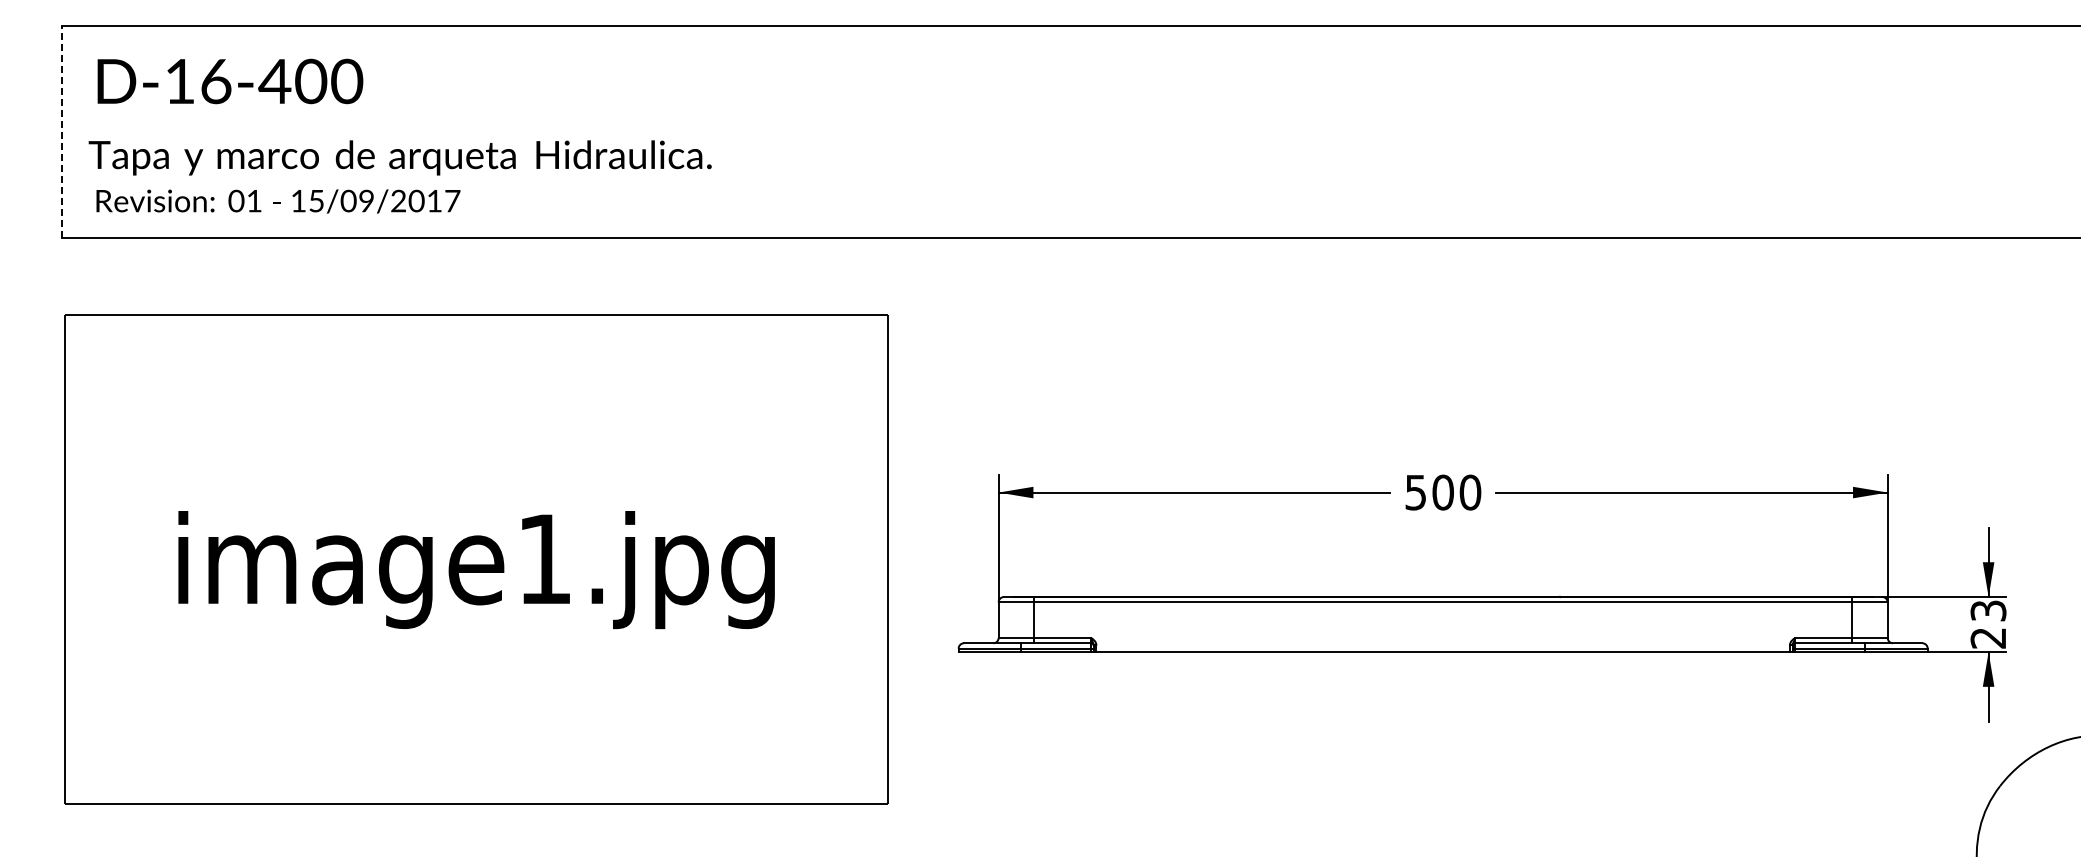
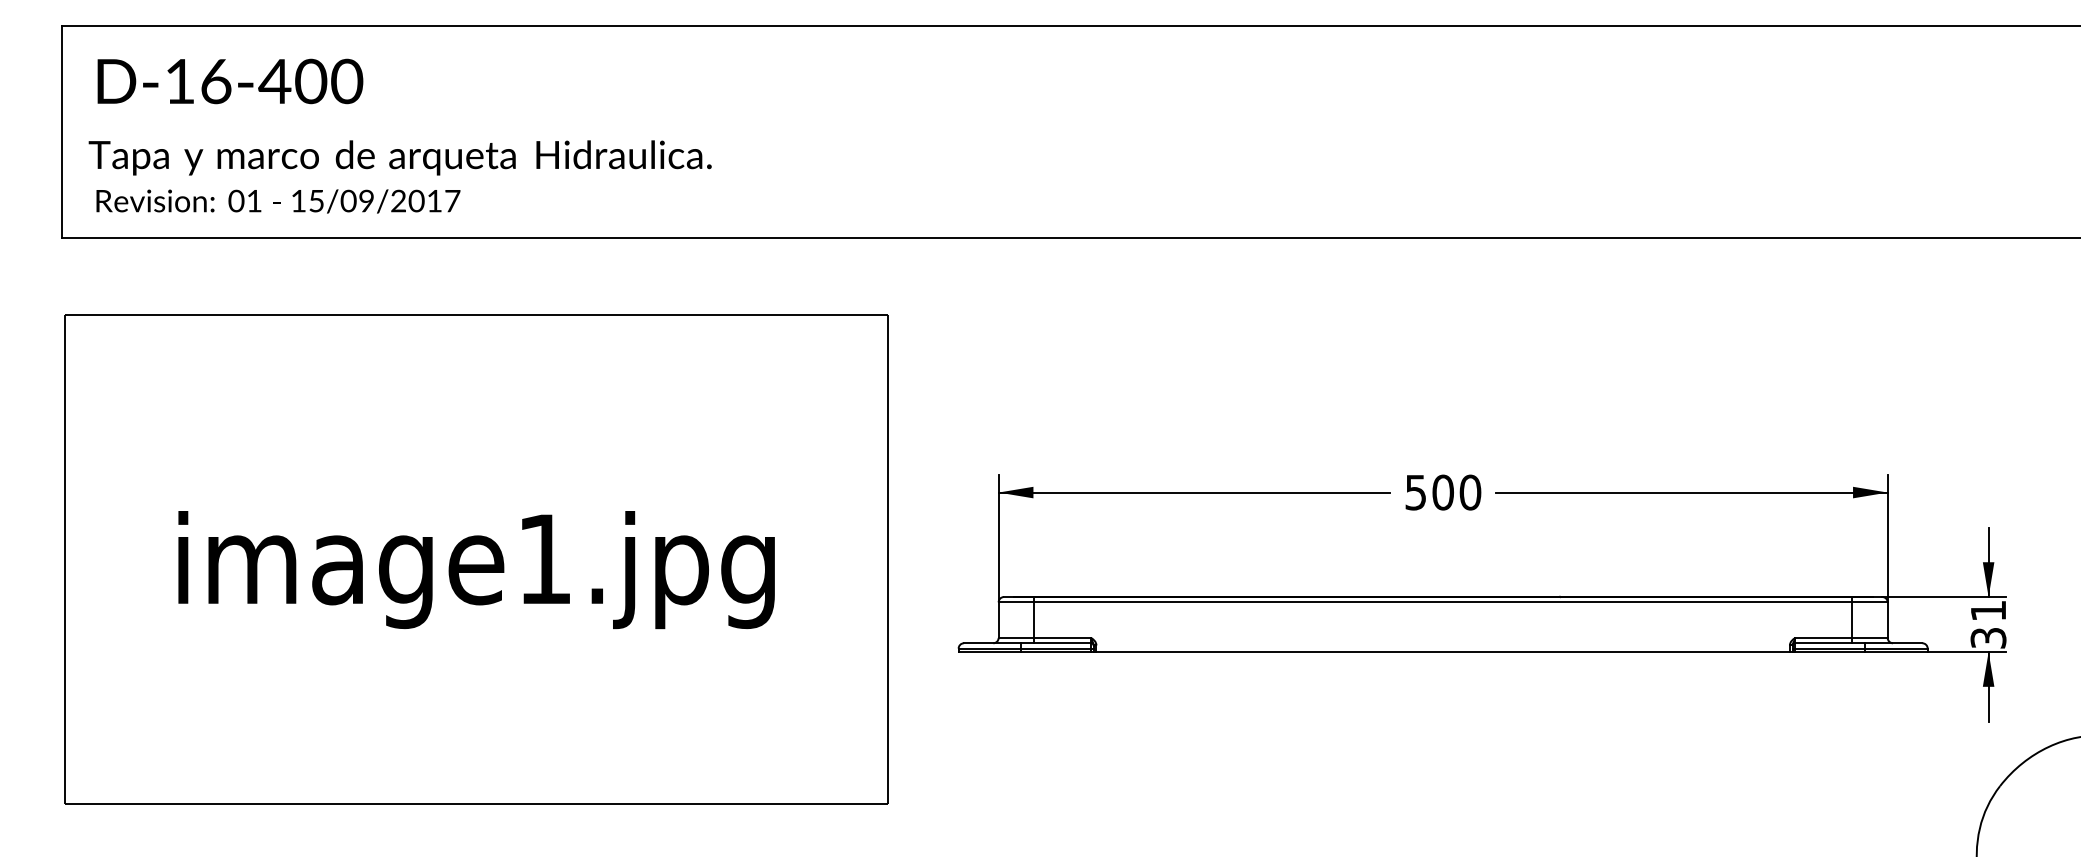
line at (62, 131): dashed -> solid
text at (1988, 624): 23 -> 31
